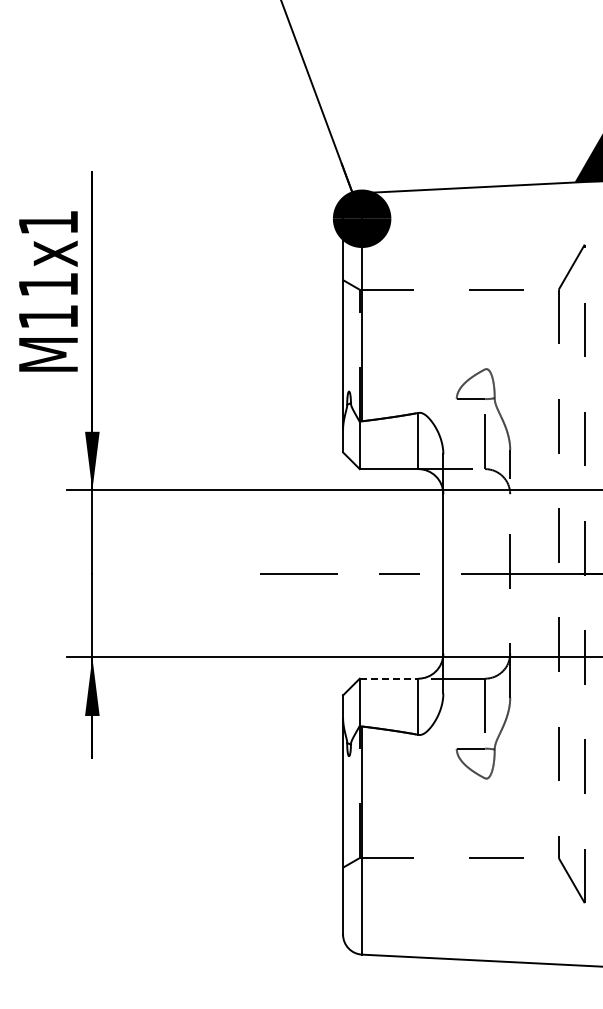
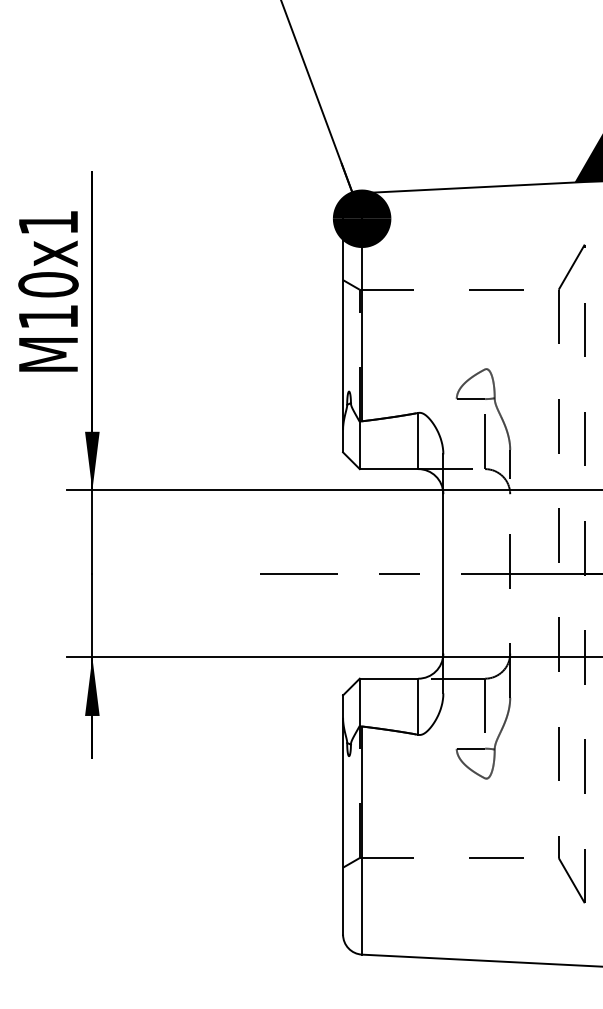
text at (48, 284): M11x1 -> M10x1
line at (389, 678): dashed -> solid
